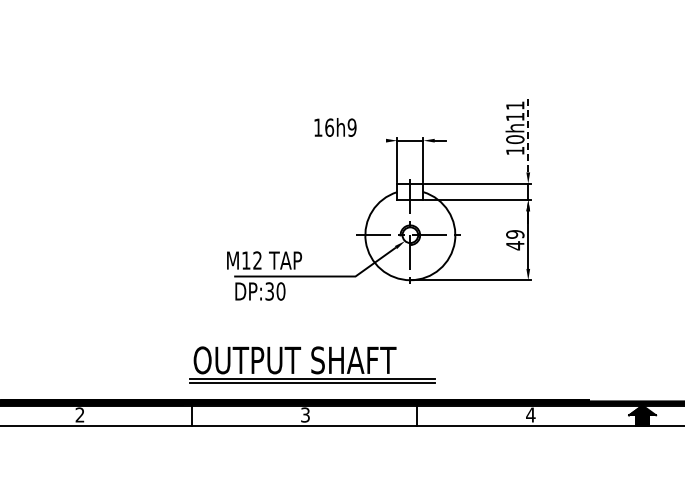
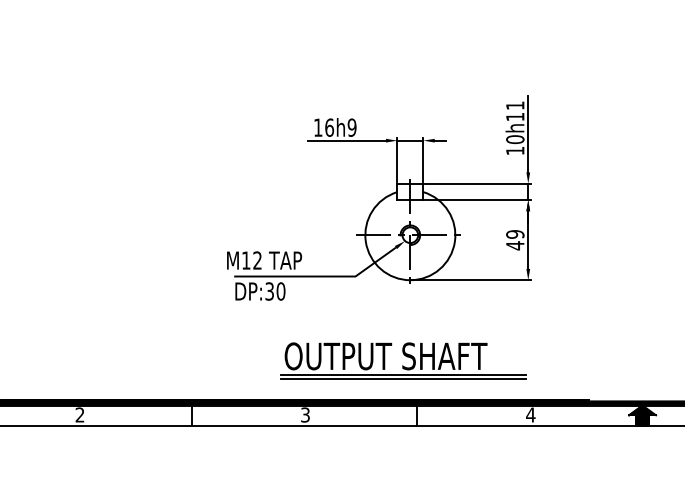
line at (528, 133): dashed -> solid
line at (346, 140): none -> present
part at (312, 364) position: (312, 364) -> (403, 360)
